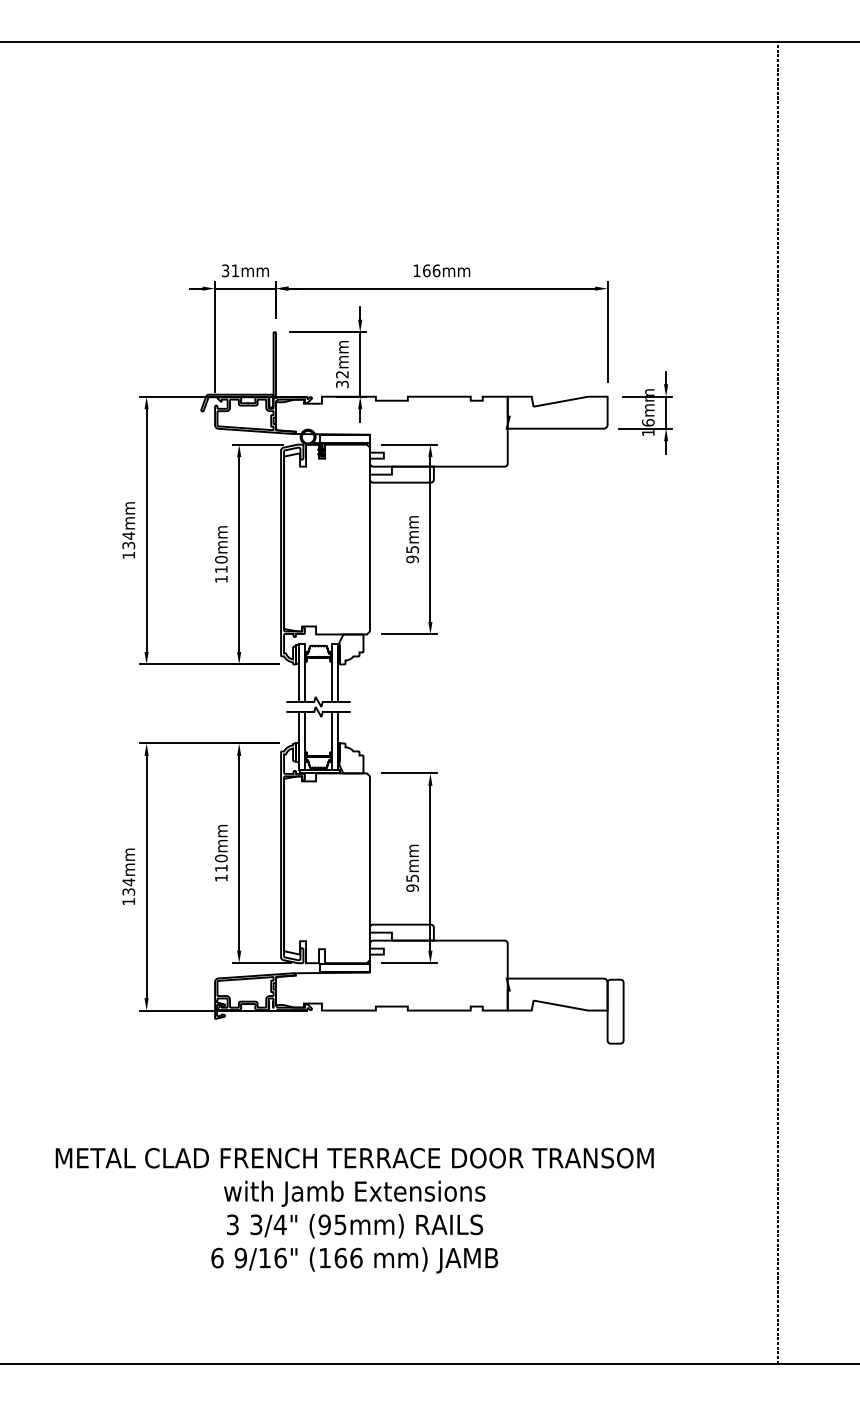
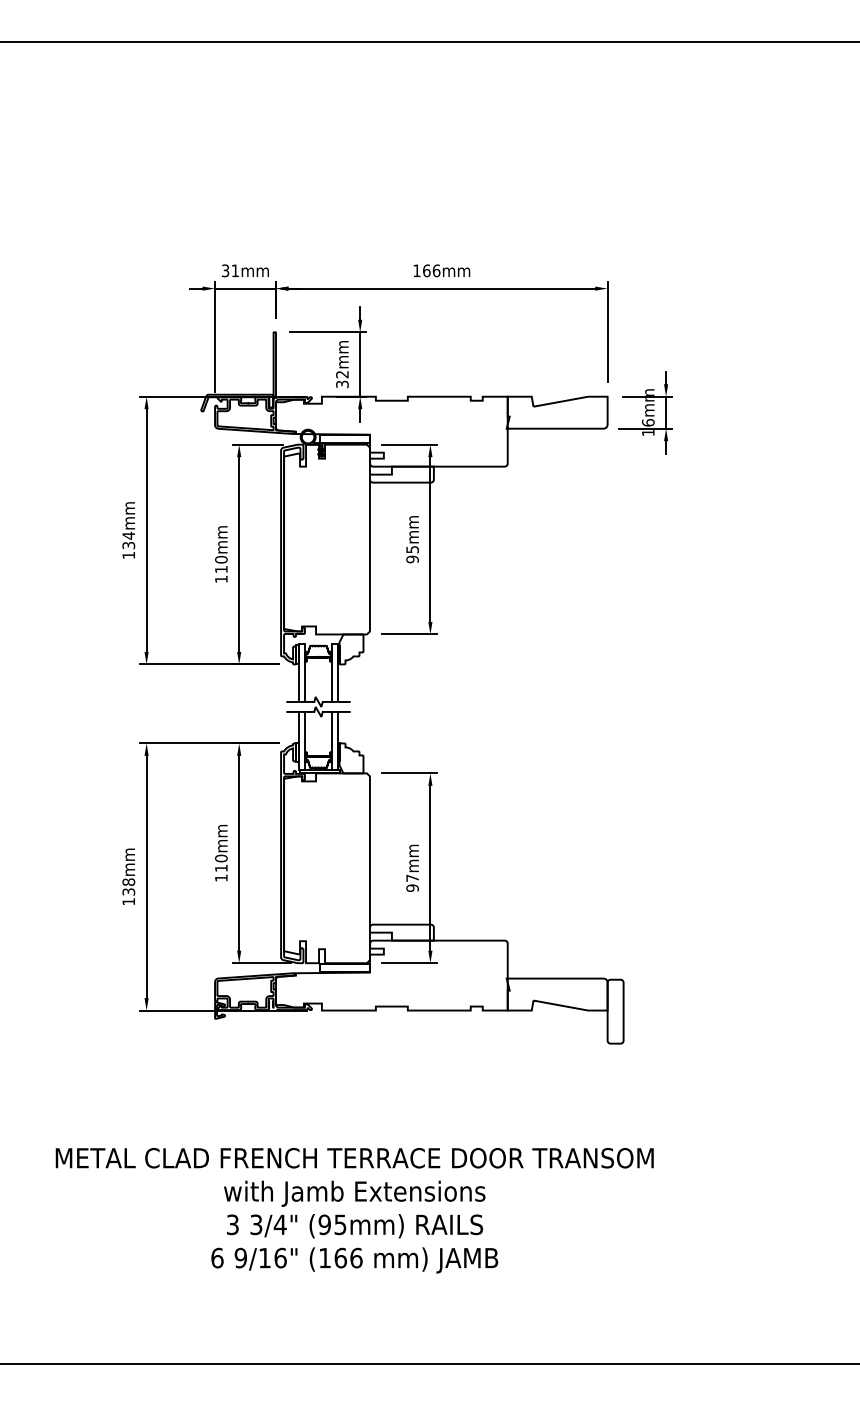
line at (777, 702): present -> none
text at (412, 878): 95mm -> 97mm
text at (128, 882): 134mm -> 138mm
